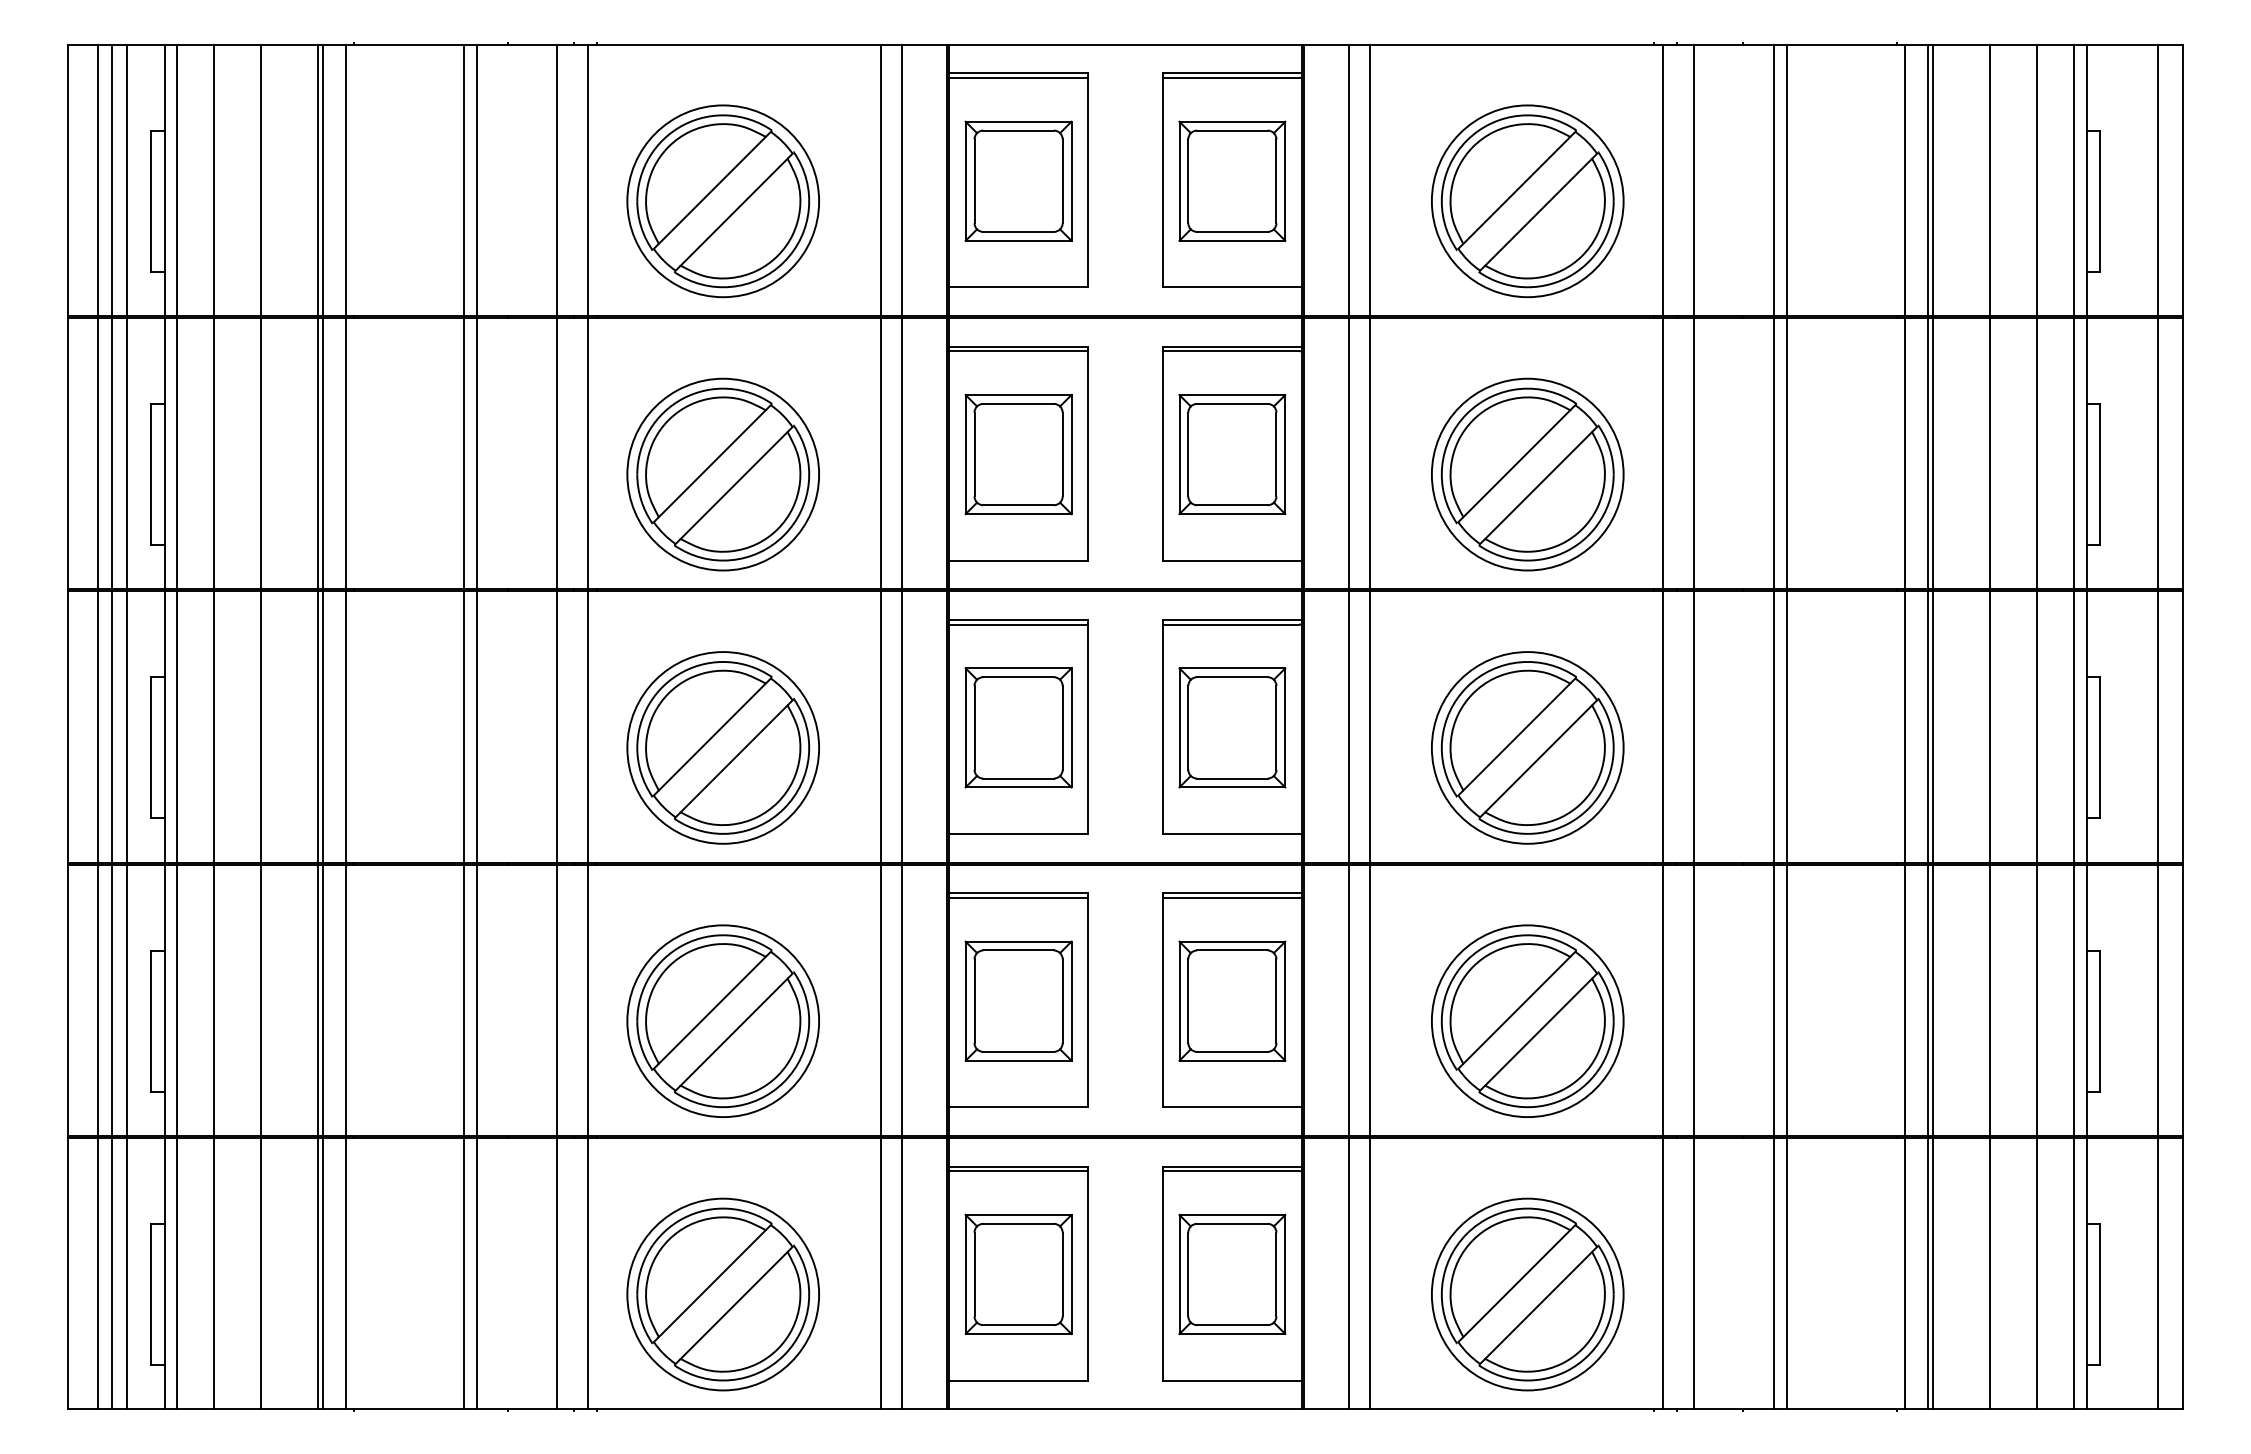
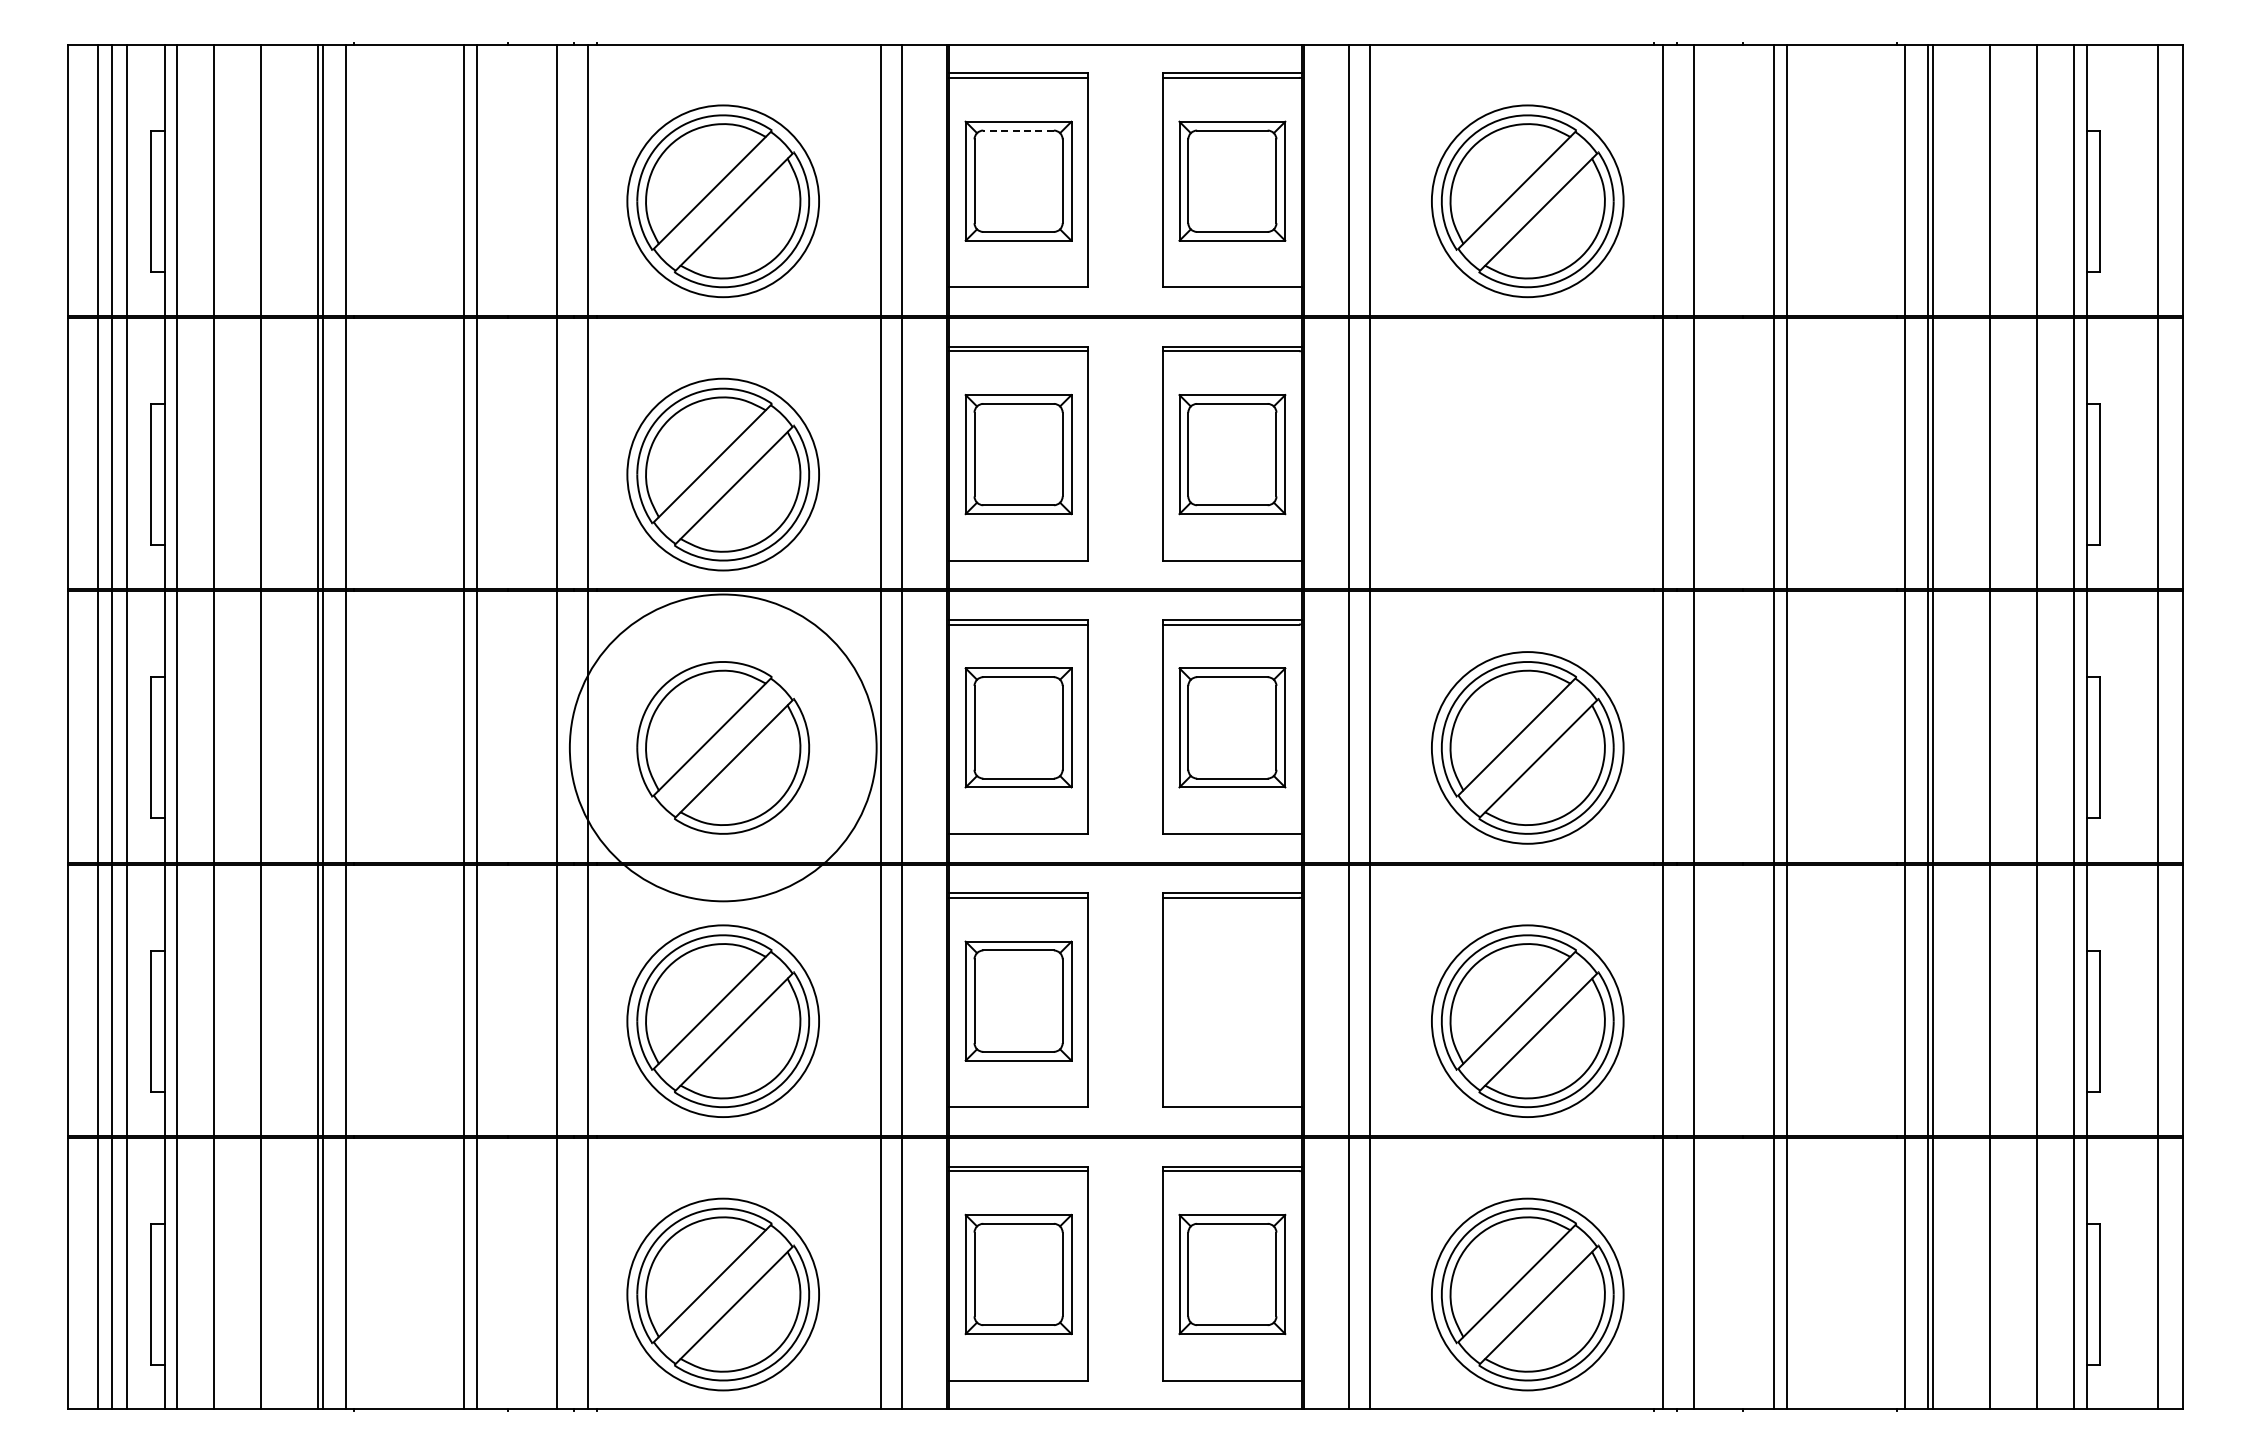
line at (1018, 130): solid -> dashed
part at (1527, 474): present -> none
circle at (723, 747) diameter: 192 px -> 307 px
part at (1232, 1000): present -> none
